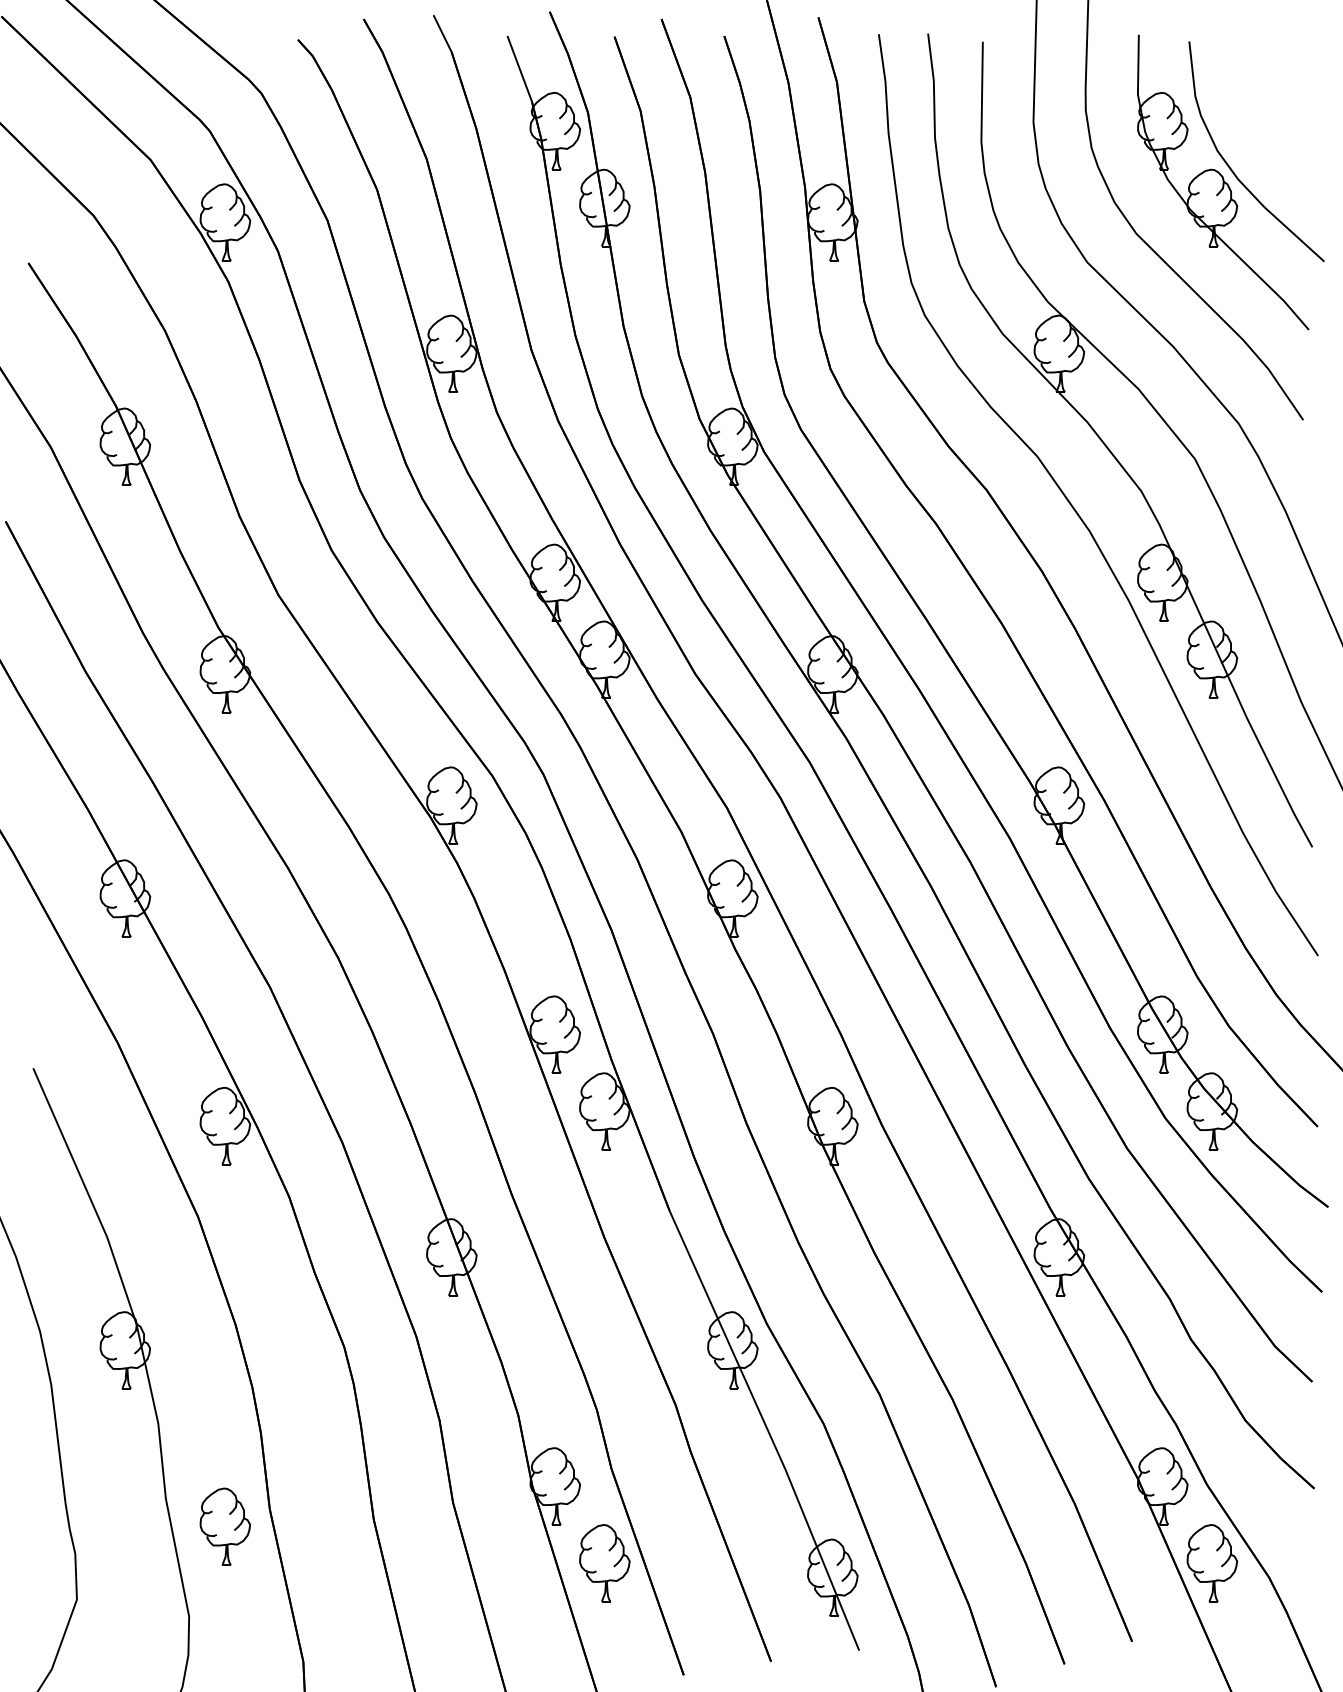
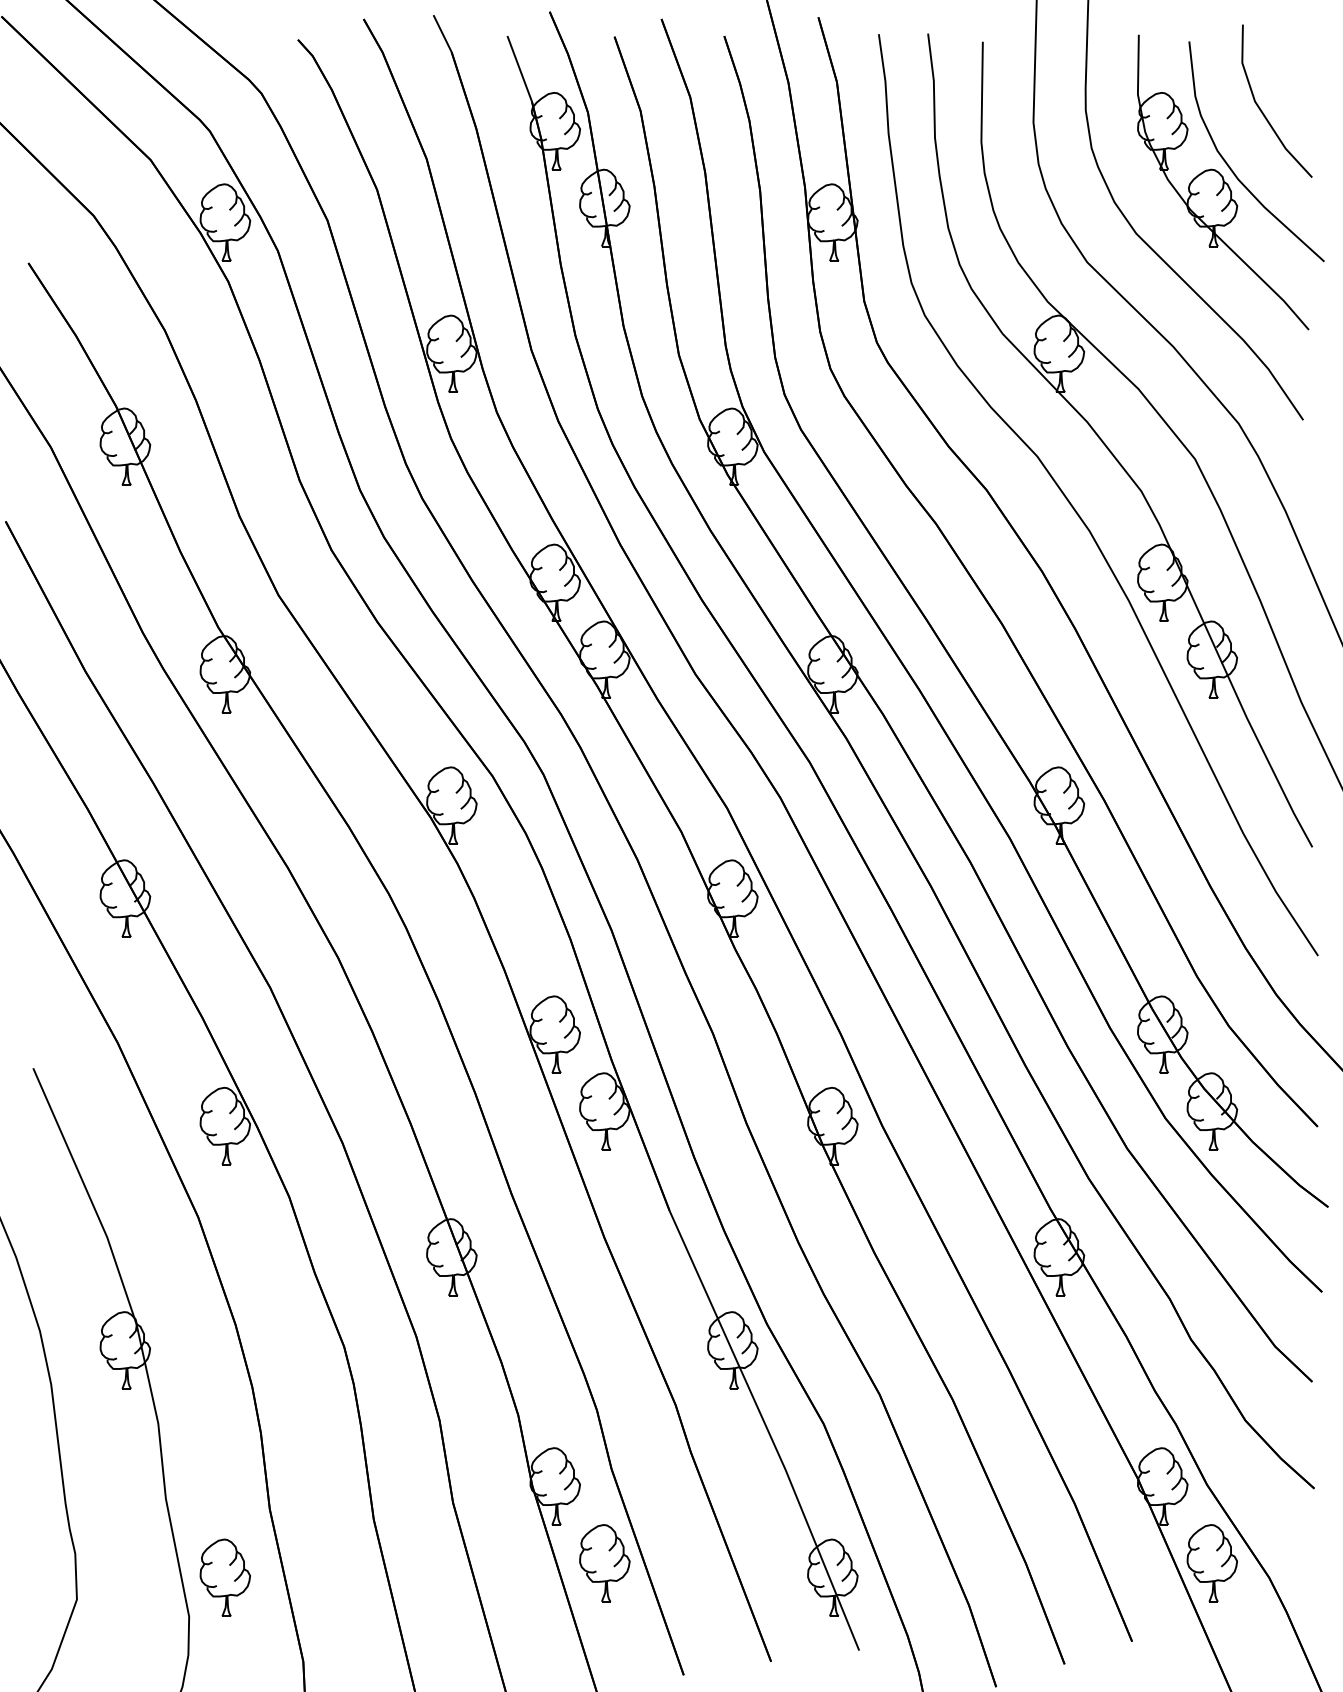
line at (1260, 107): none -> present
part at (224, 1526) position: (224, 1526) -> (224, 1577)
